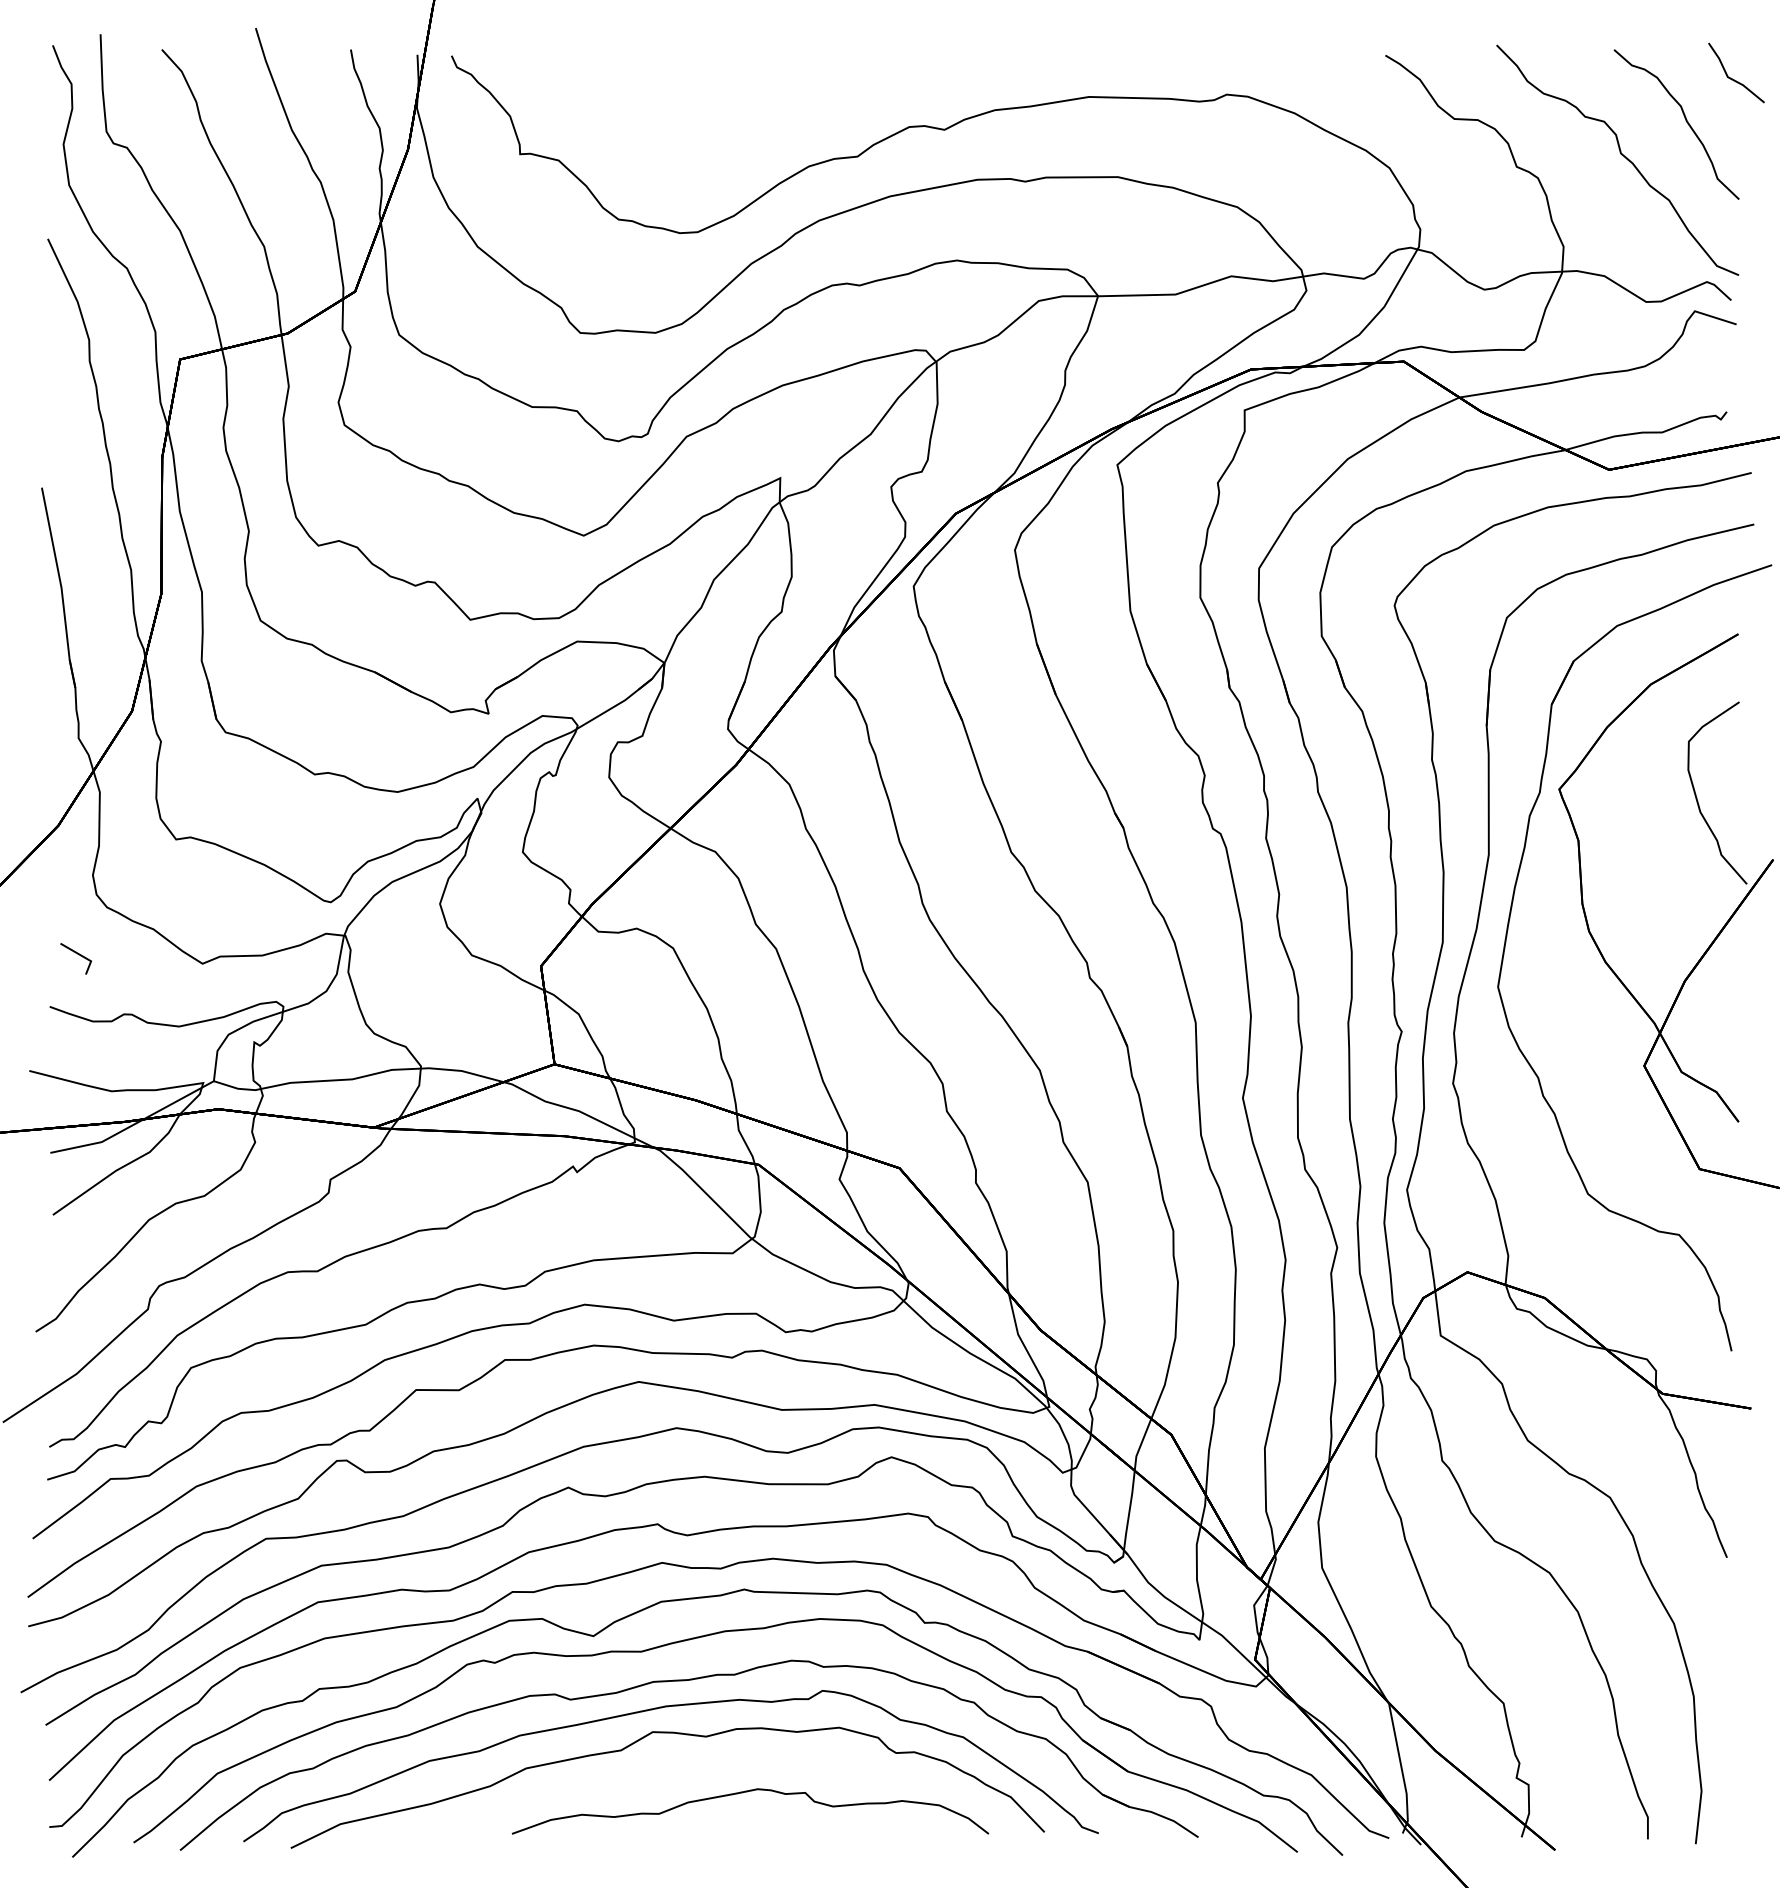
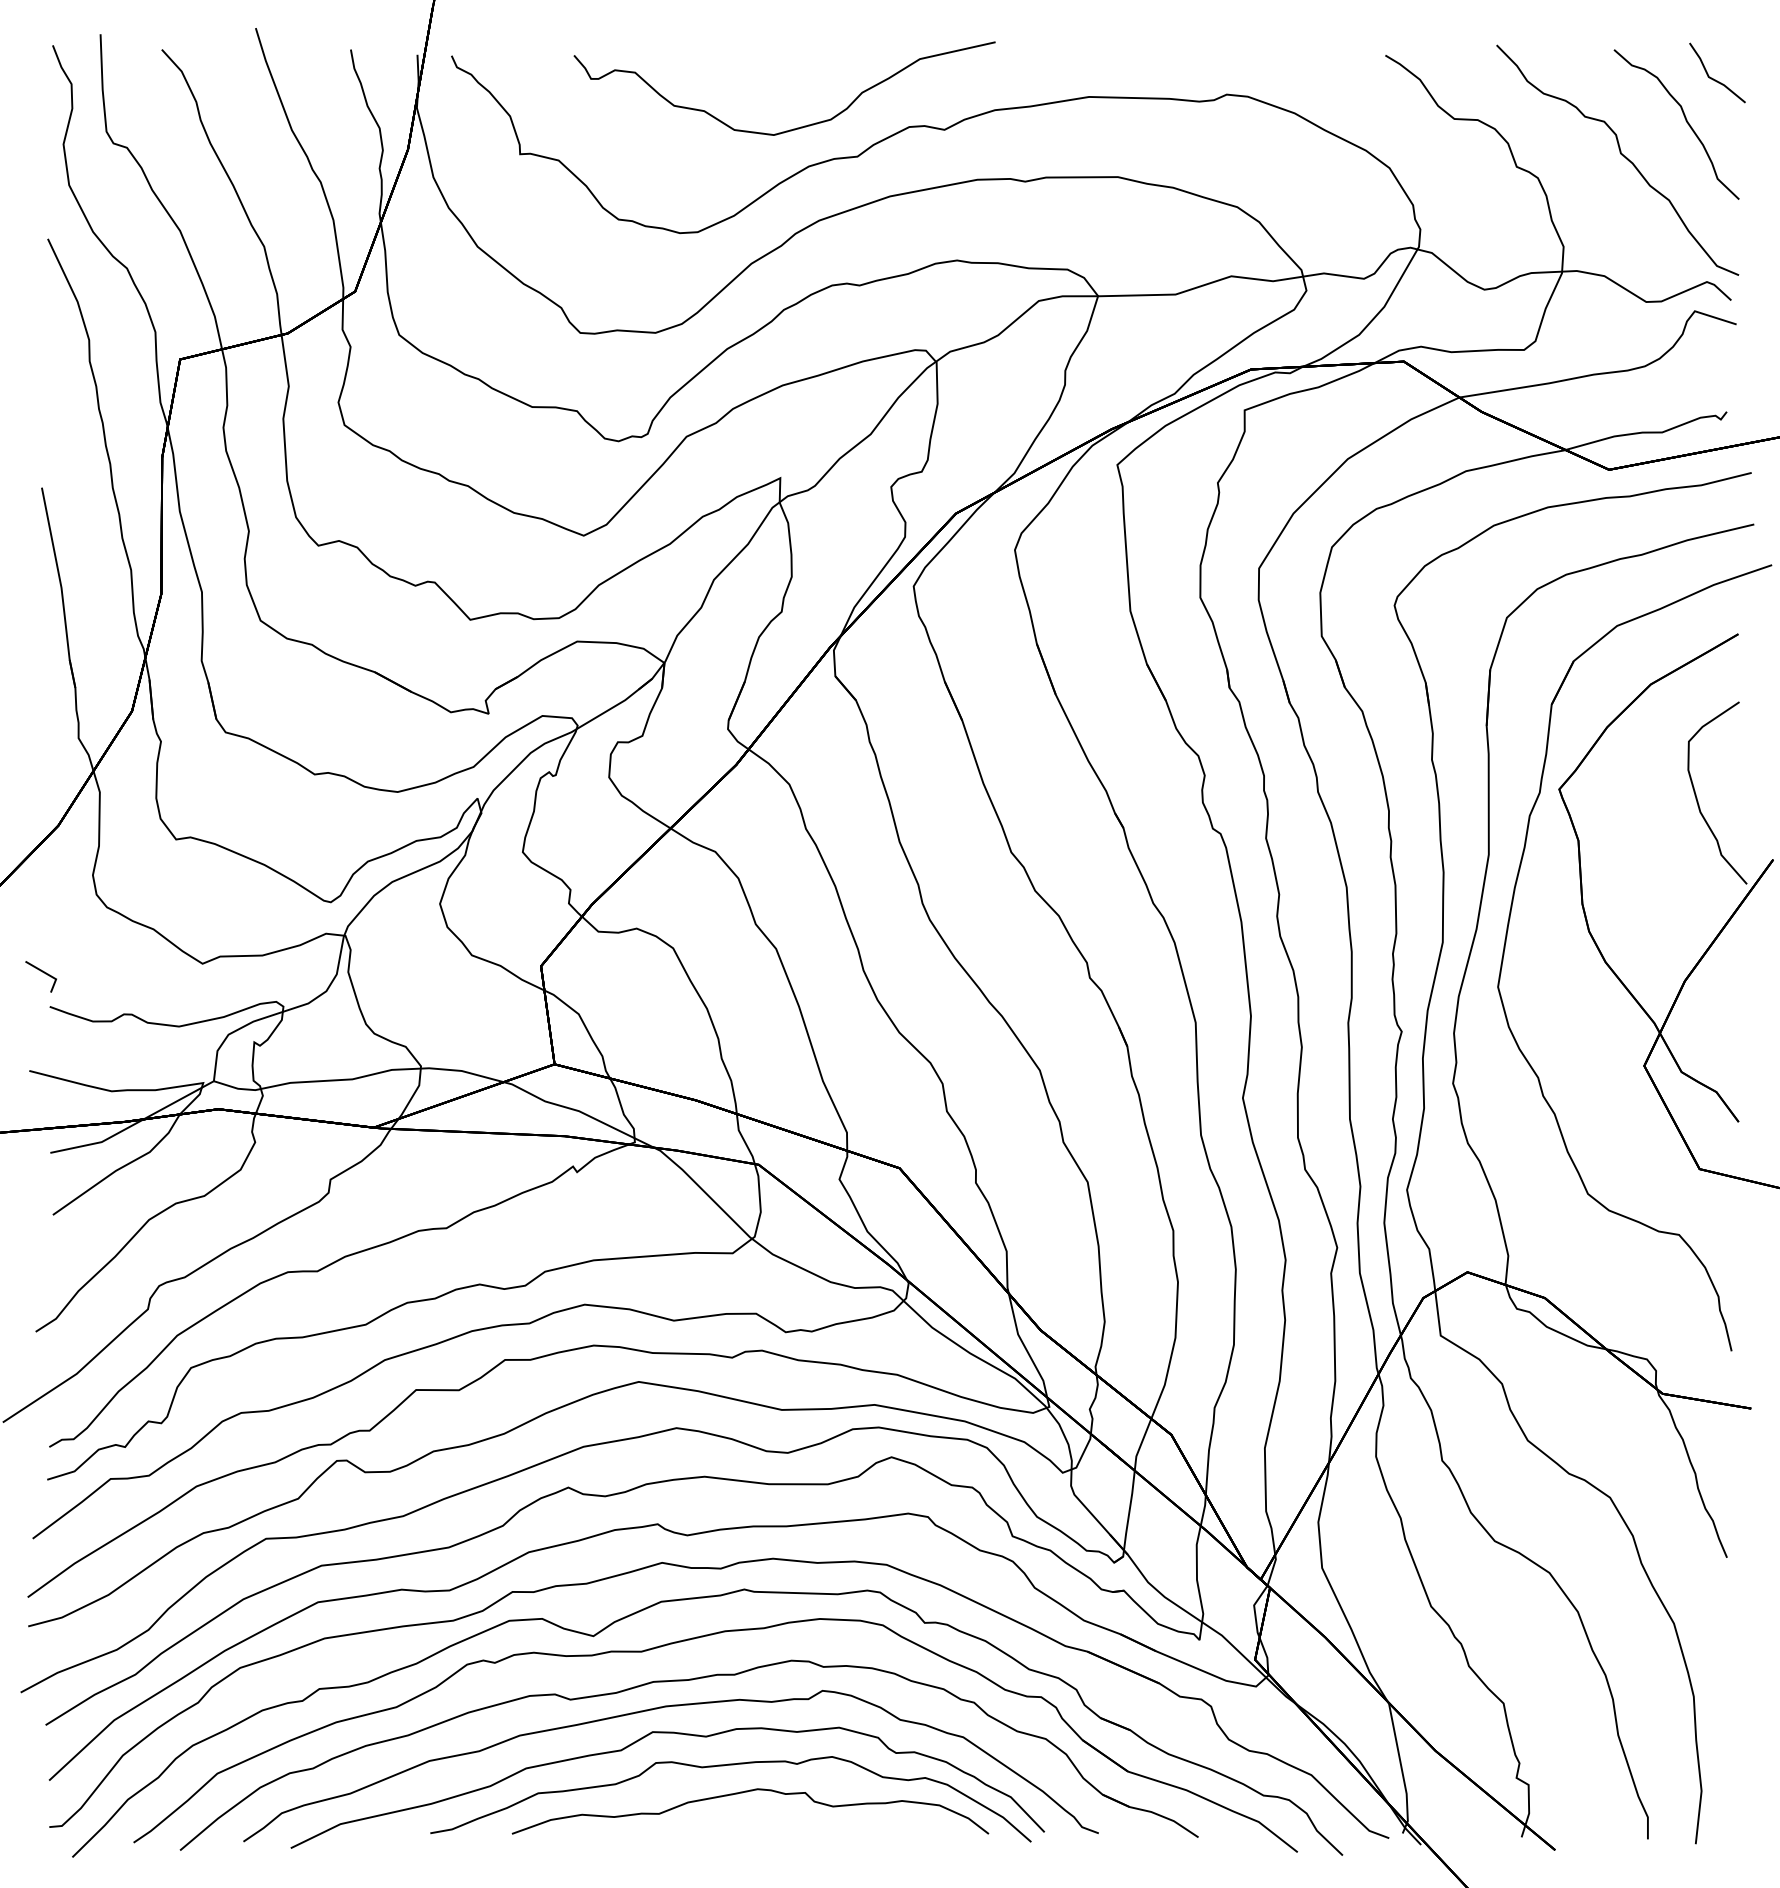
line at (1732, 78) position: (1732, 78) -> (1713, 78)
curve at (793, 128): none -> present
line at (77, 954) position: (77, 954) -> (42, 972)
curve at (724, 1766): none -> present
